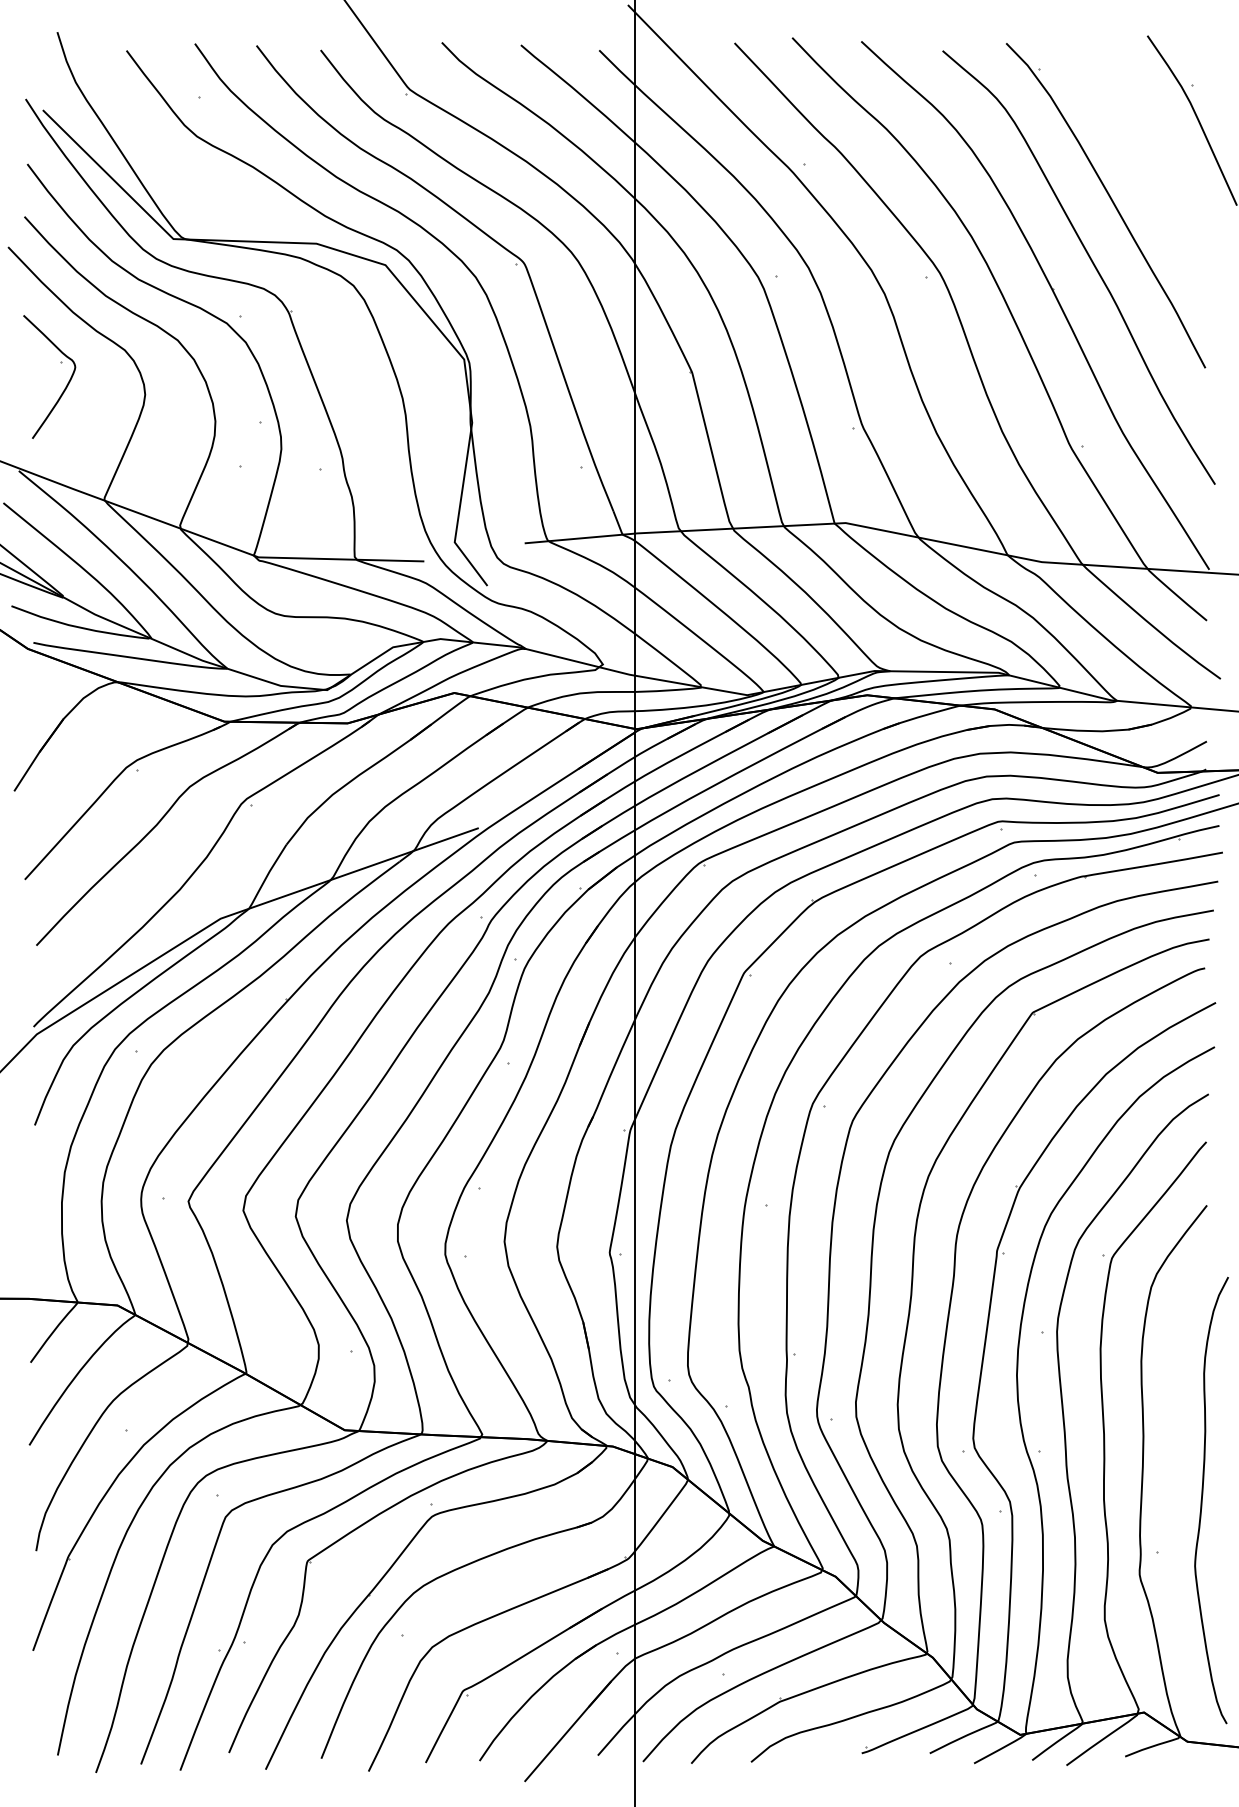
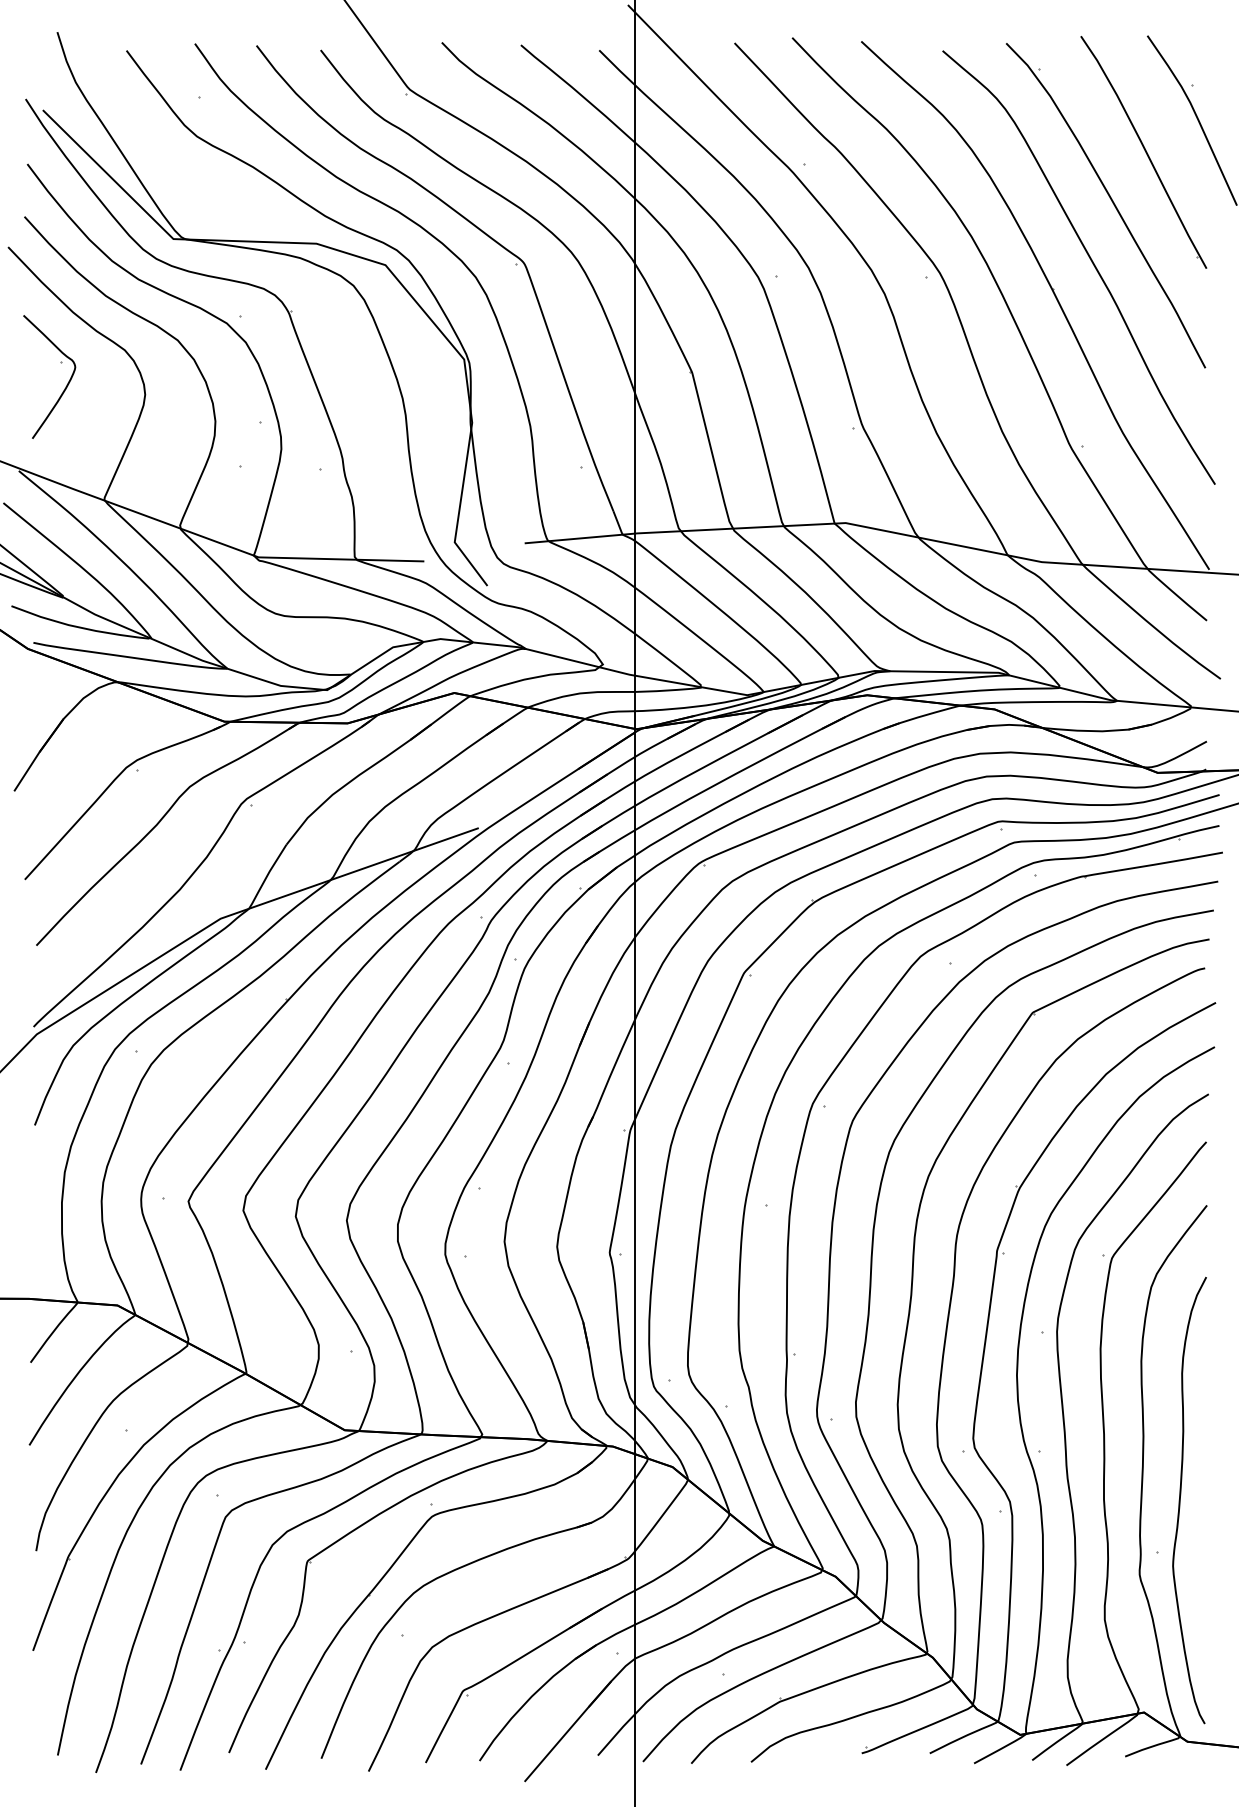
part at (1143, 152): none -> present
curve at (1202, 1500) position: (1202, 1500) -> (1180, 1500)
